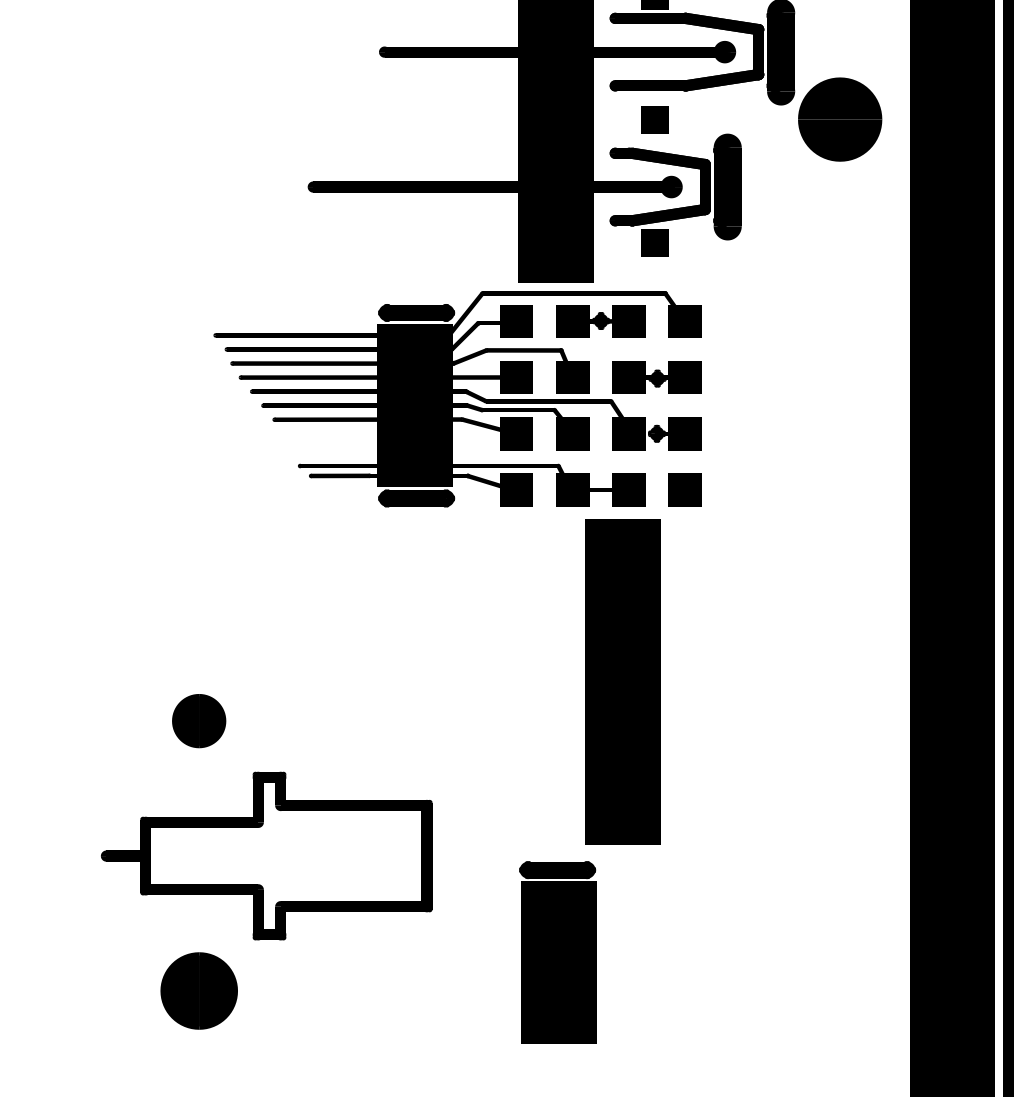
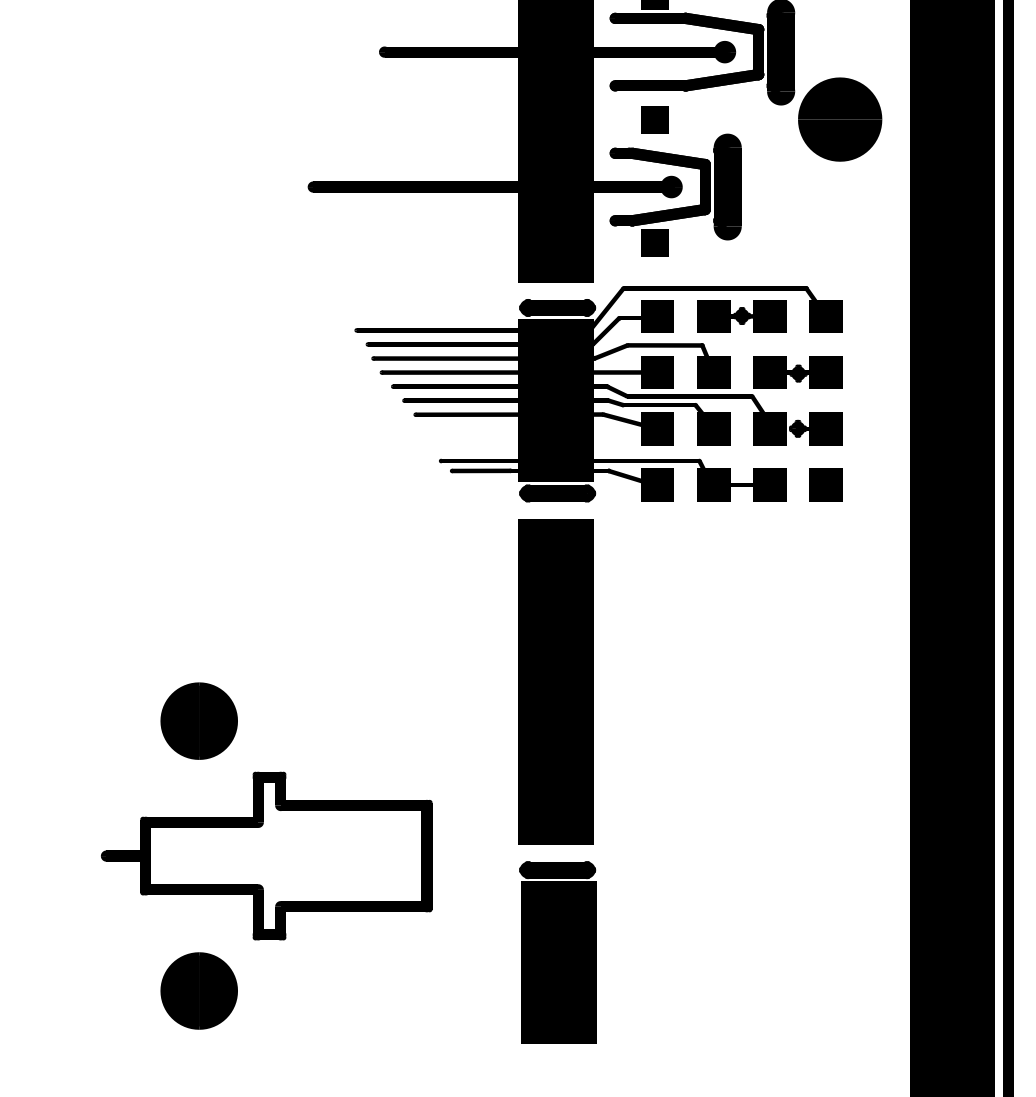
part at (457, 399) position: (457, 399) -> (598, 394)
part at (622, 681) position: (622, 681) -> (555, 681)
part at (199, 721) size: 55x55 px -> 78x78 px
